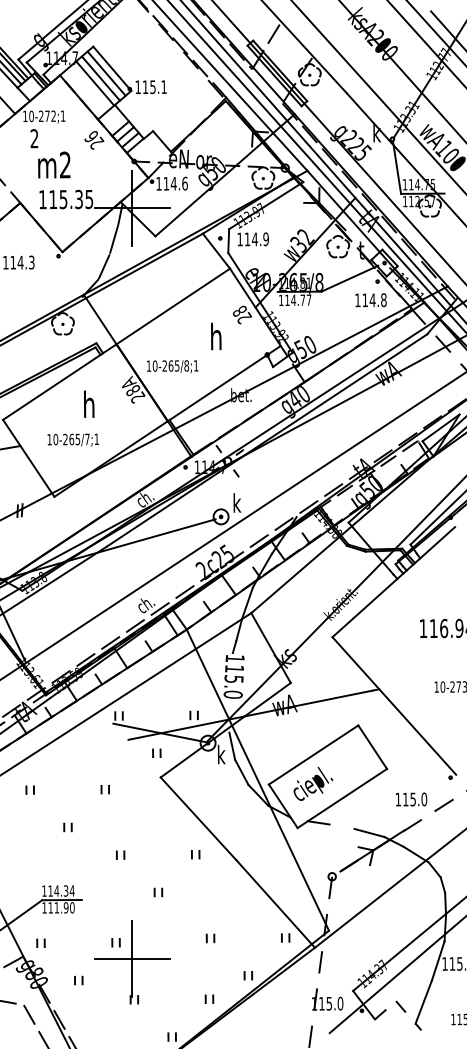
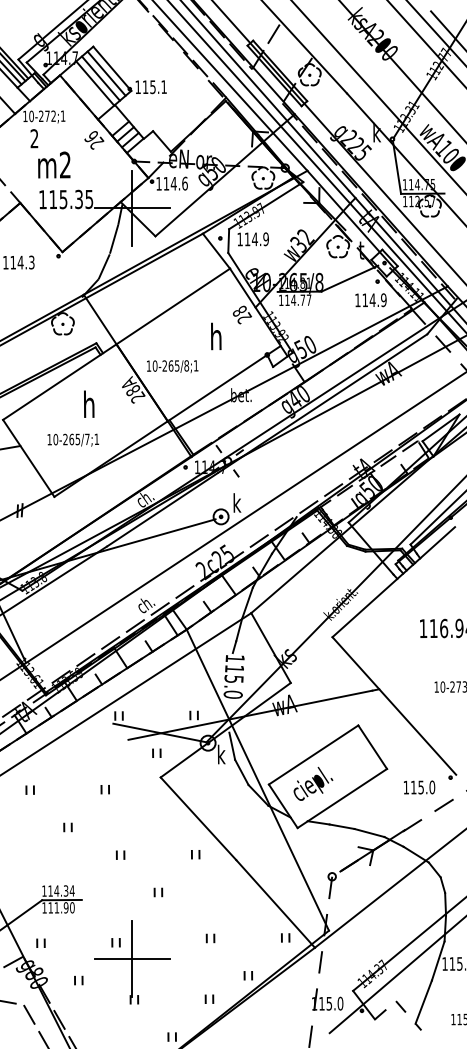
text at (383, 300): 114.8 -> 114.9
text at (411, 799) position: (411, 799) -> (419, 787)
line at (341, 826): none -> present
